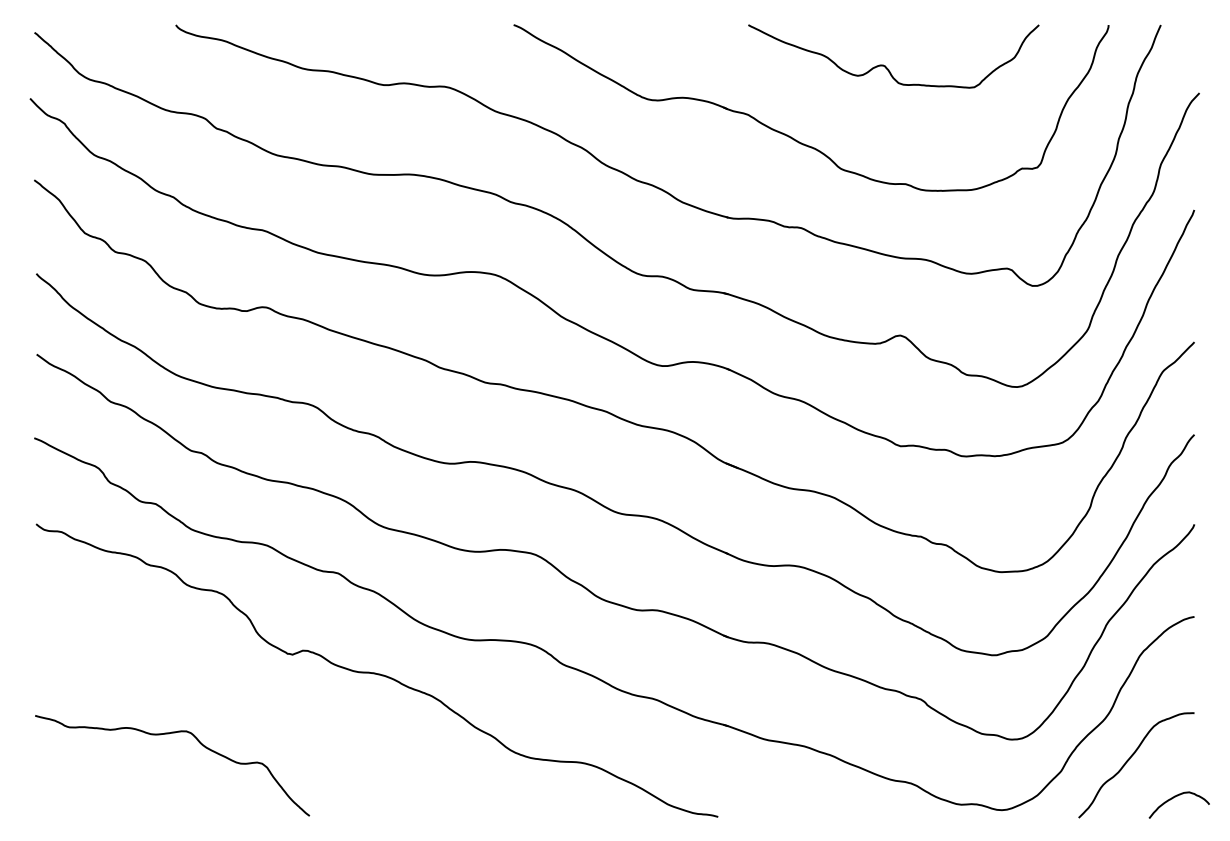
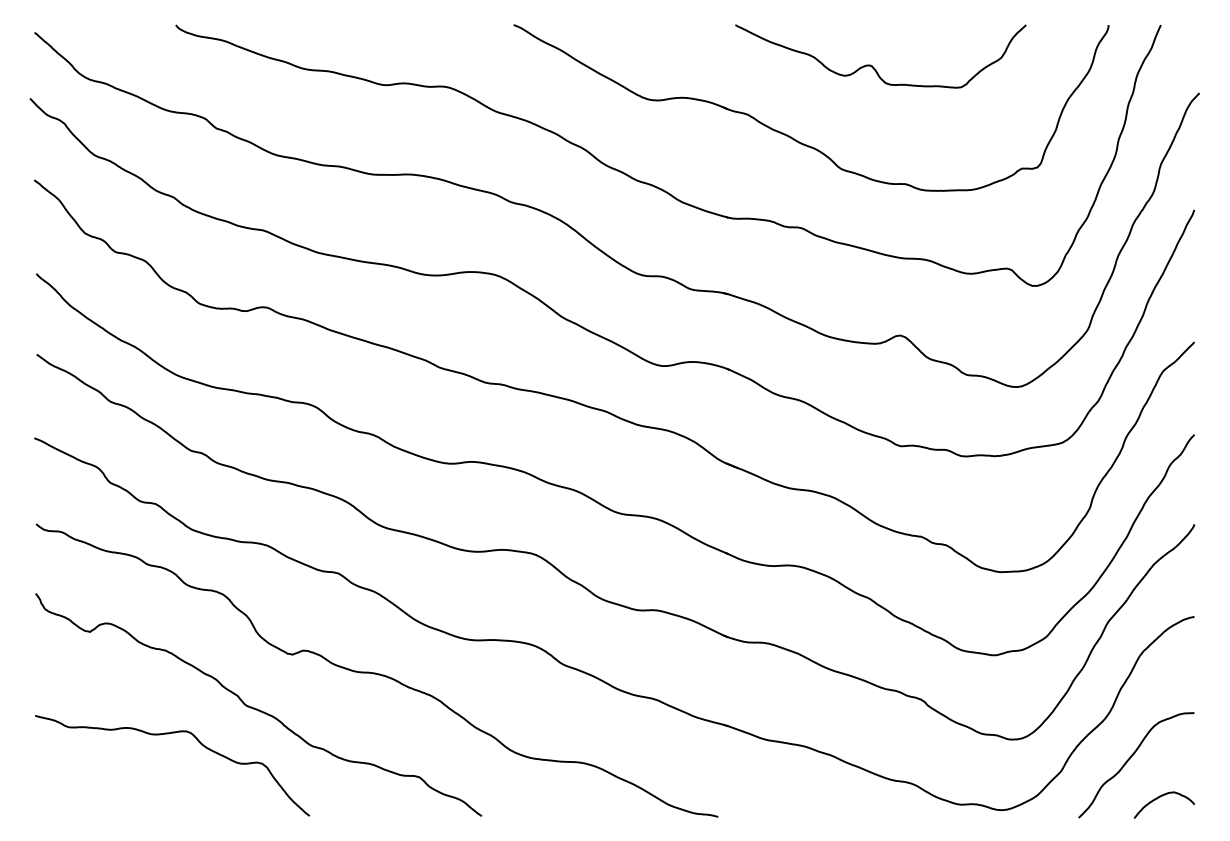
curve at (885, 65) position: (885, 65) -> (872, 65)
curve at (257, 708): none -> present
curve at (1175, 797) position: (1175, 797) -> (1160, 797)
